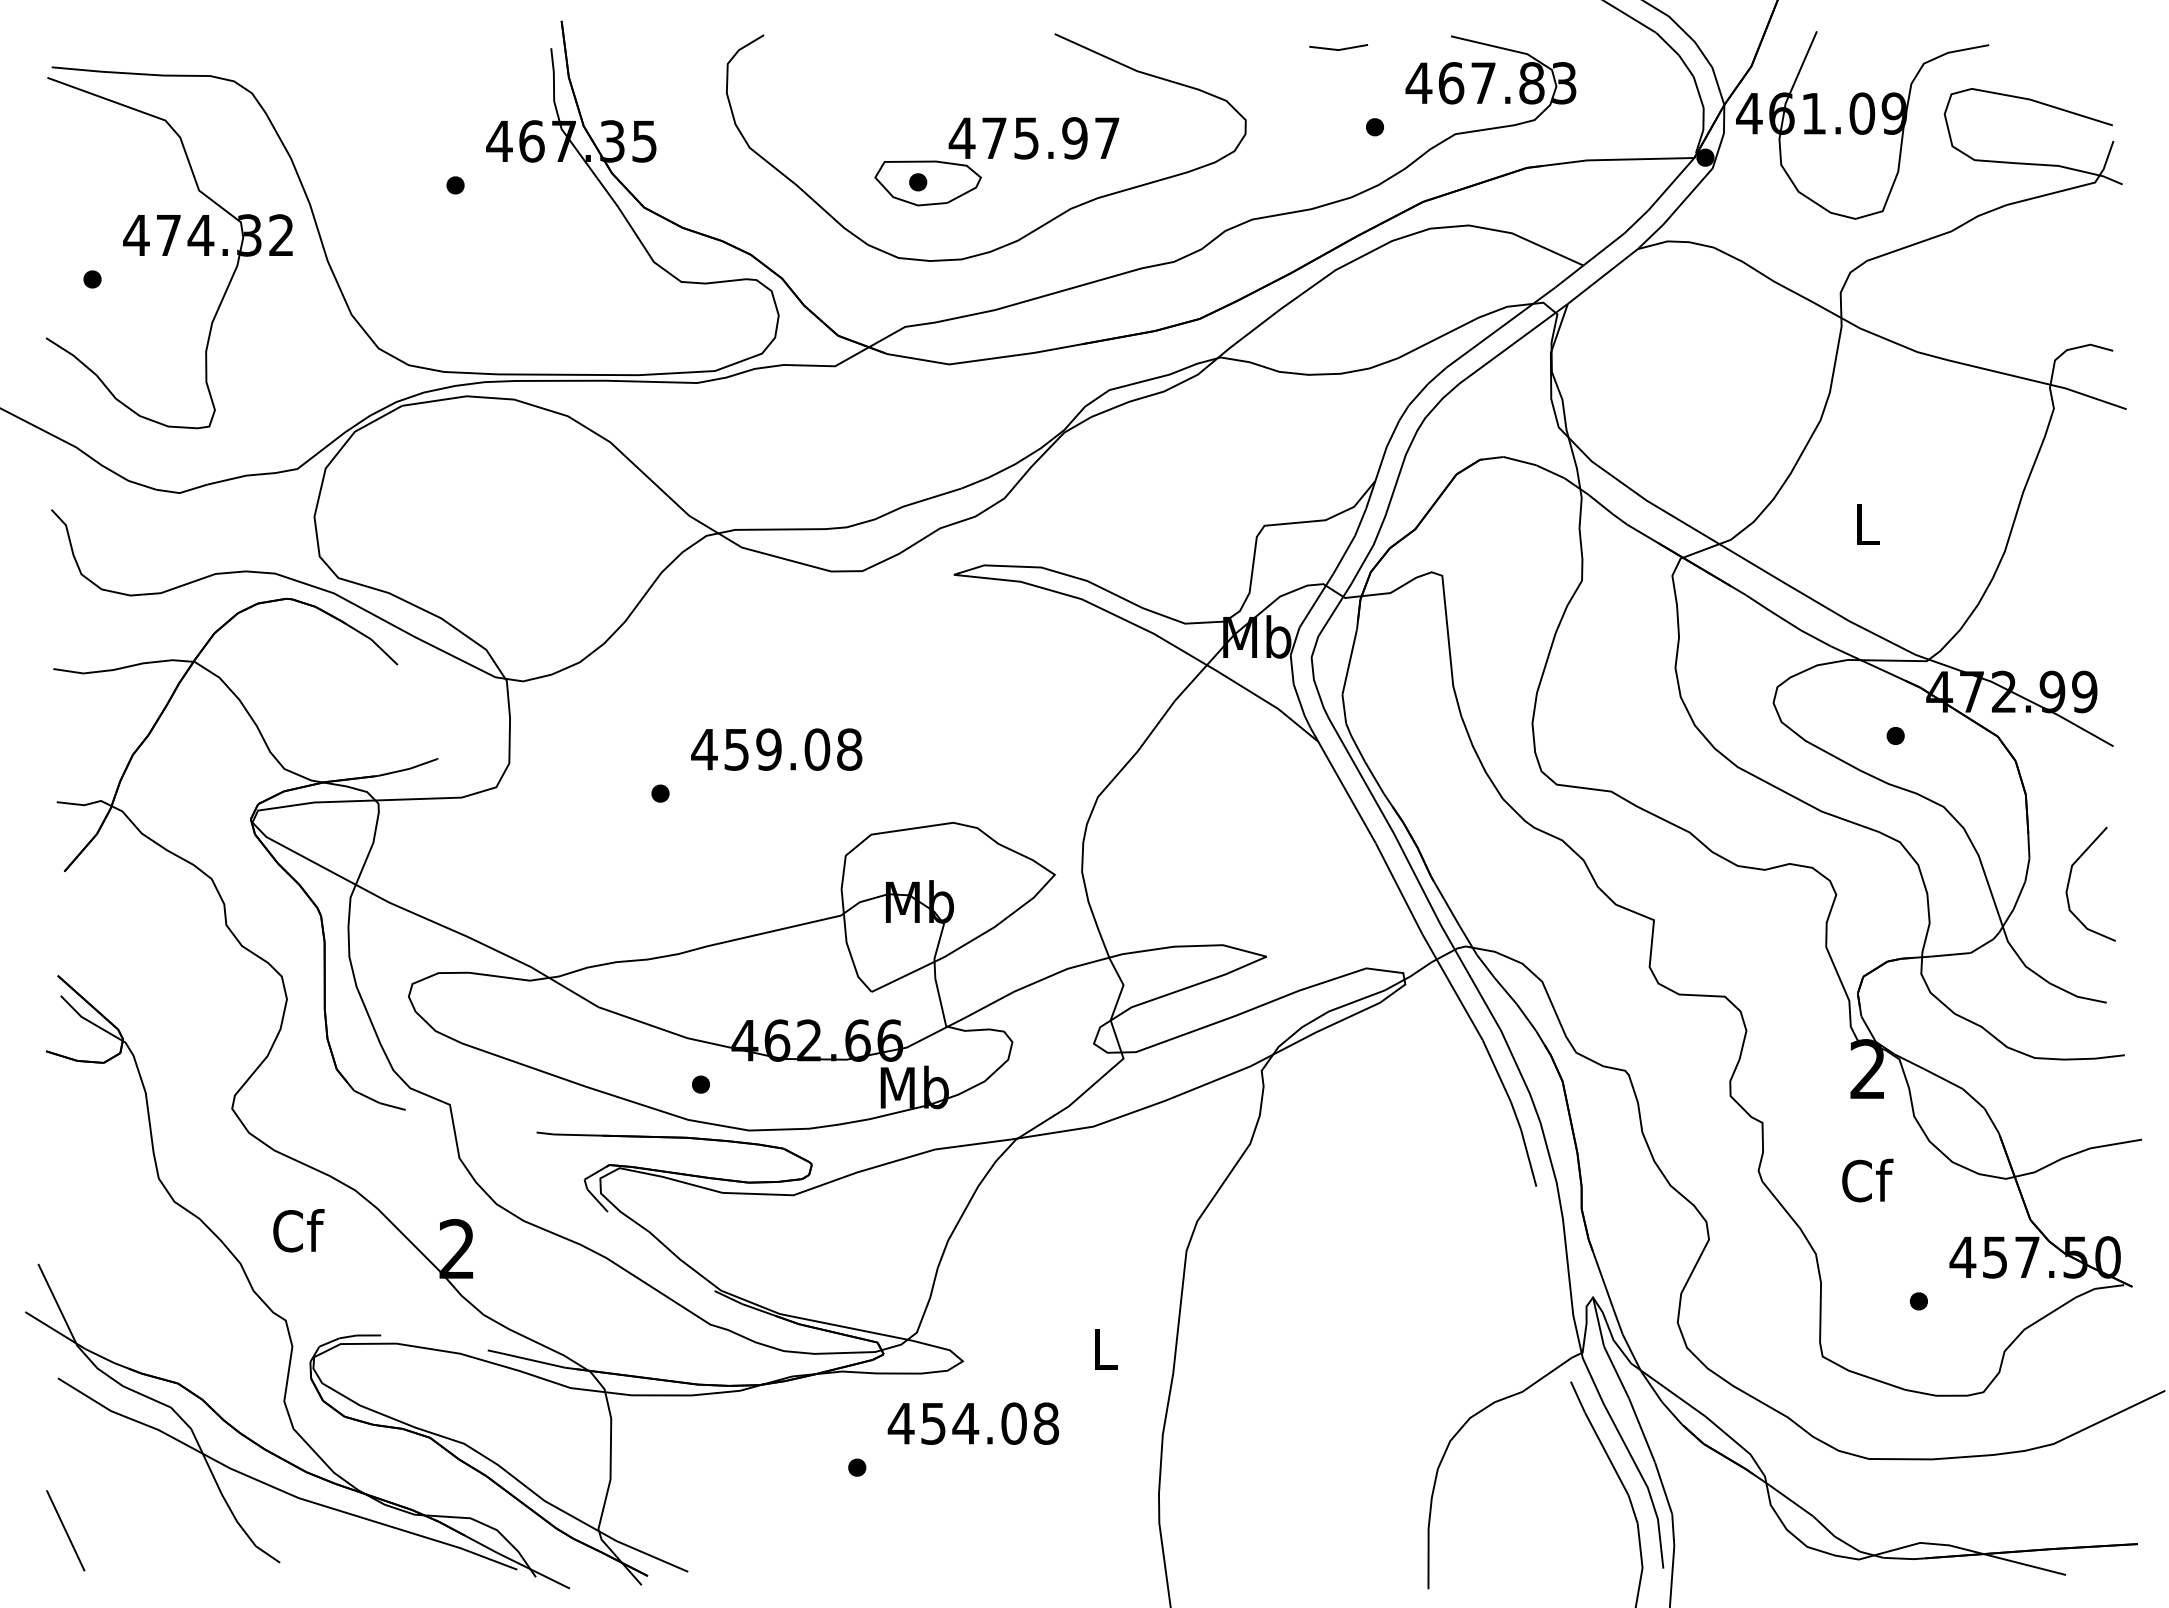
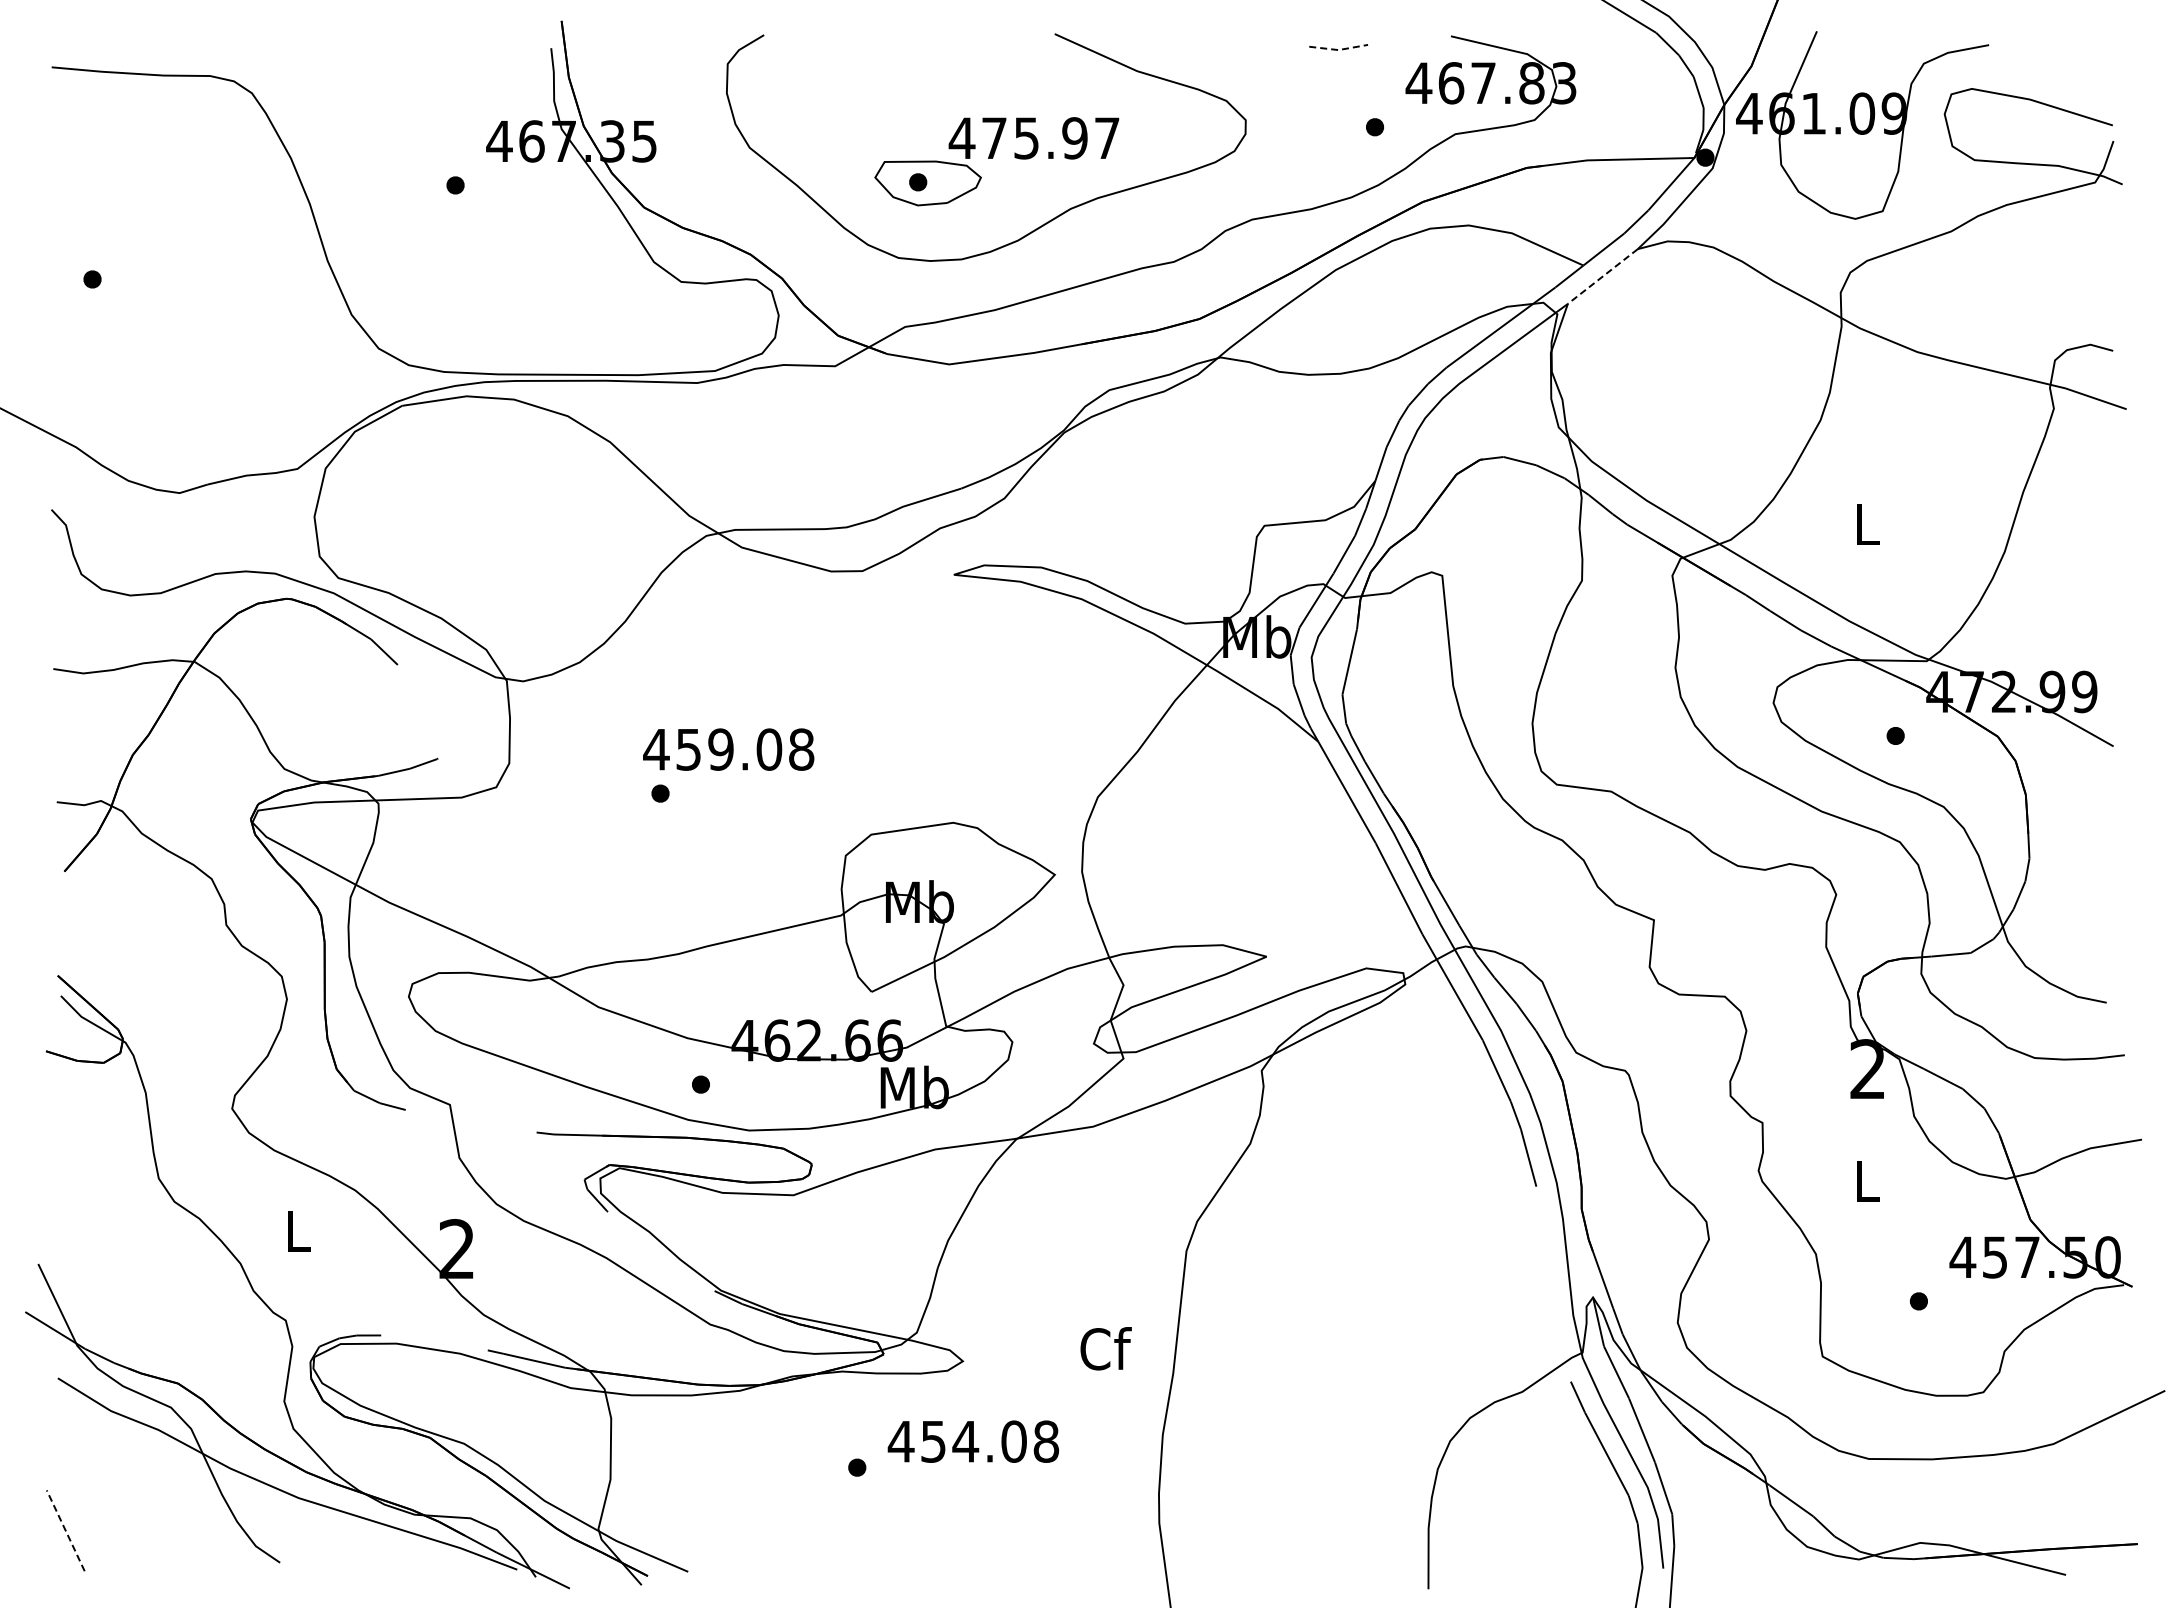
line at (1338, 50): solid -> dashed
part at (168, 253): present -> none
line at (1602, 276): solid -> dashed
text at (776, 749) position: (776, 749) -> (728, 749)
curve at (2070, 879): present -> none
text at (1867, 1180): Cf -> L
text at (298, 1230): Cf -> L
text at (1105, 1348): L -> Cf
text at (973, 1423) position: (973, 1423) -> (973, 1441)
line at (65, 1530): solid -> dashed
